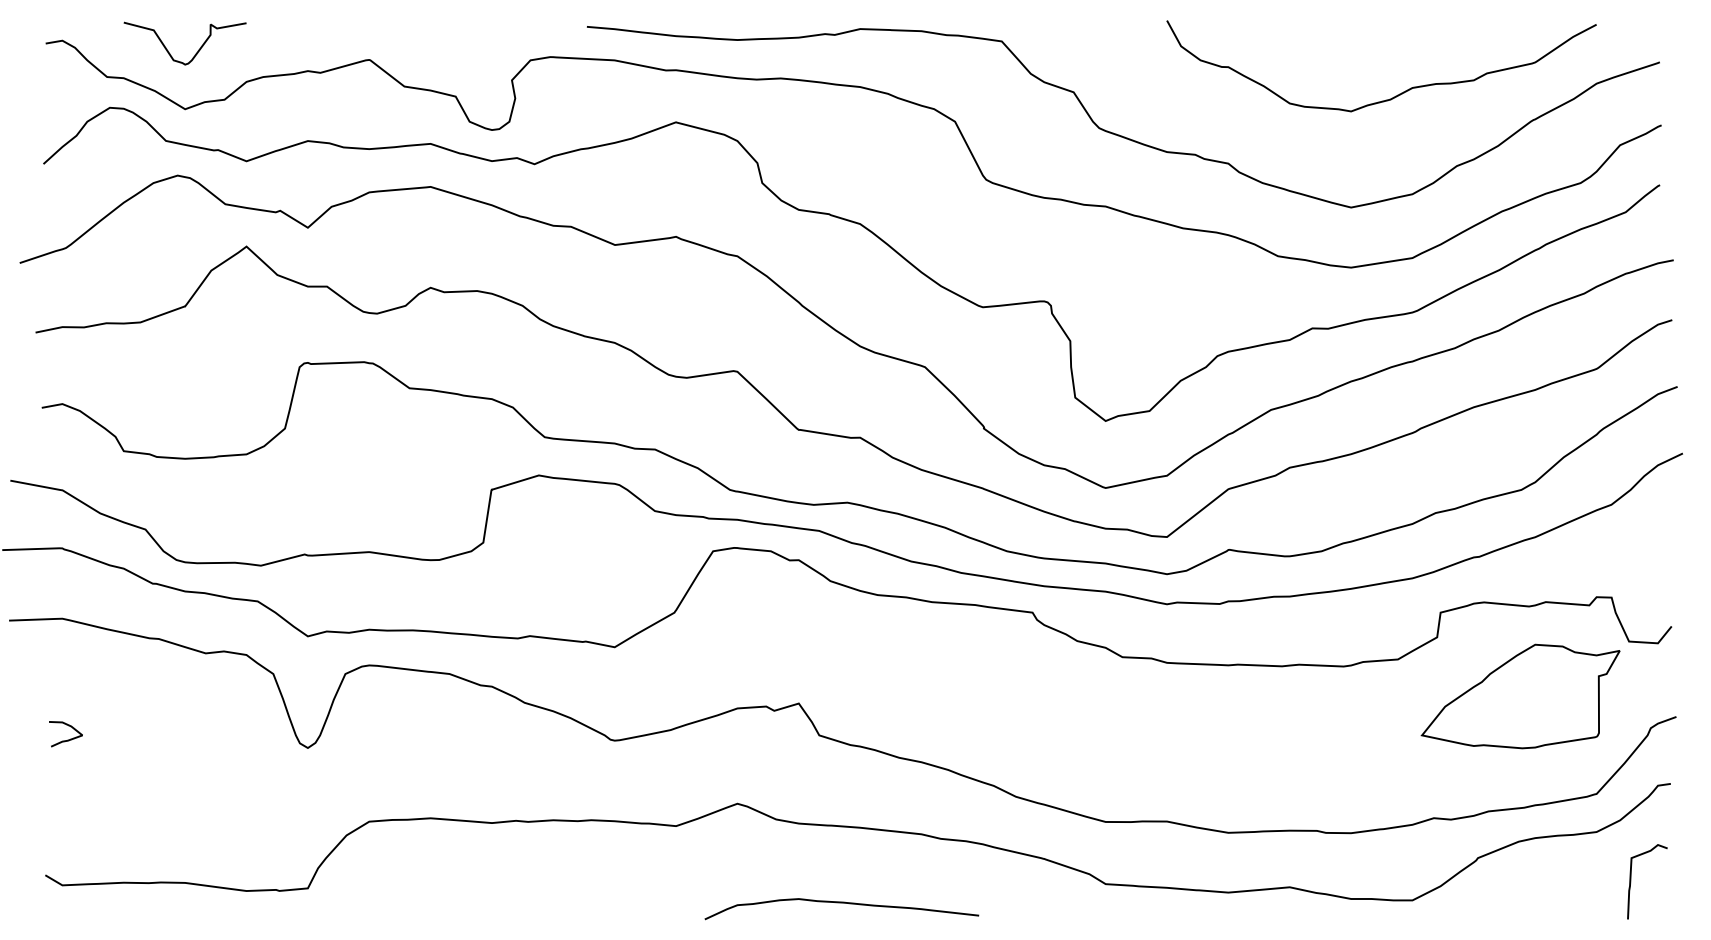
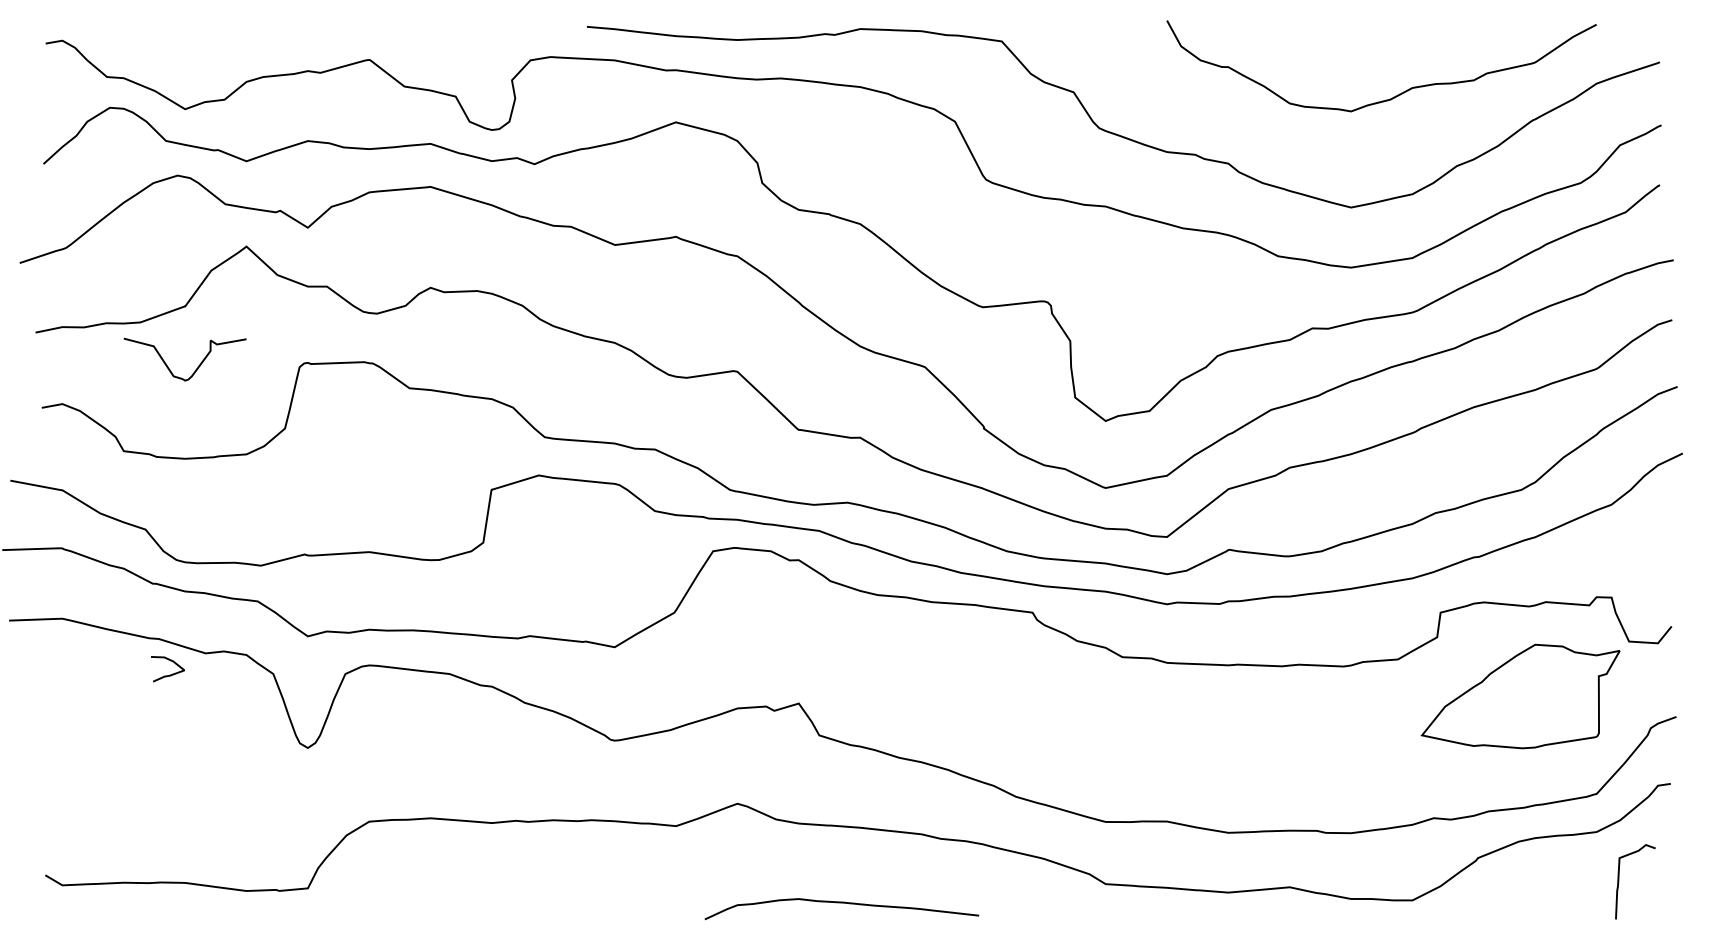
curve at (197, 50) position: (197, 50) -> (197, 366)
curve at (67, 739) position: (67, 739) -> (169, 674)
curve at (1631, 881) position: (1631, 881) -> (1619, 881)
